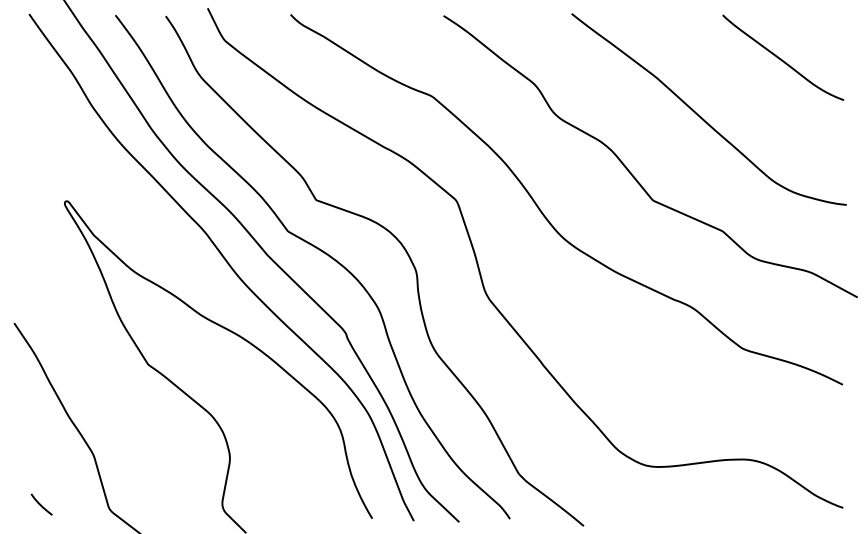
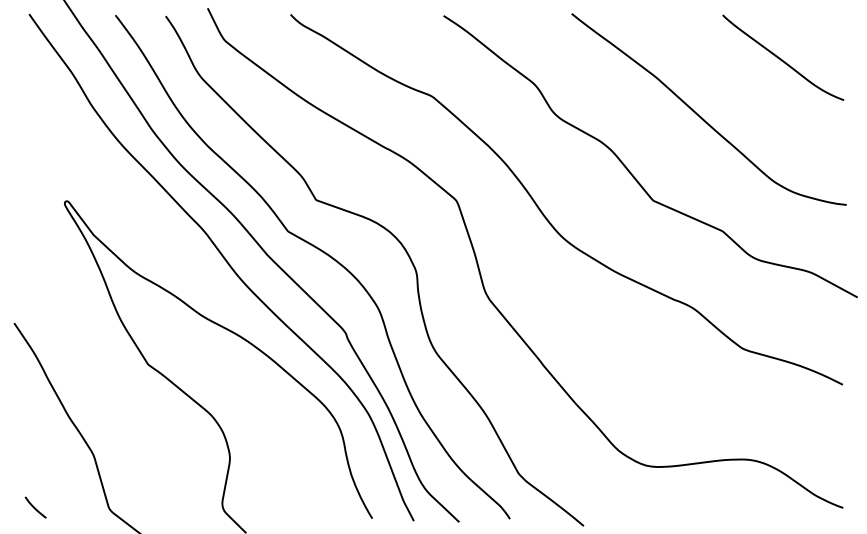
curve at (41, 504) position: (41, 504) -> (35, 507)
